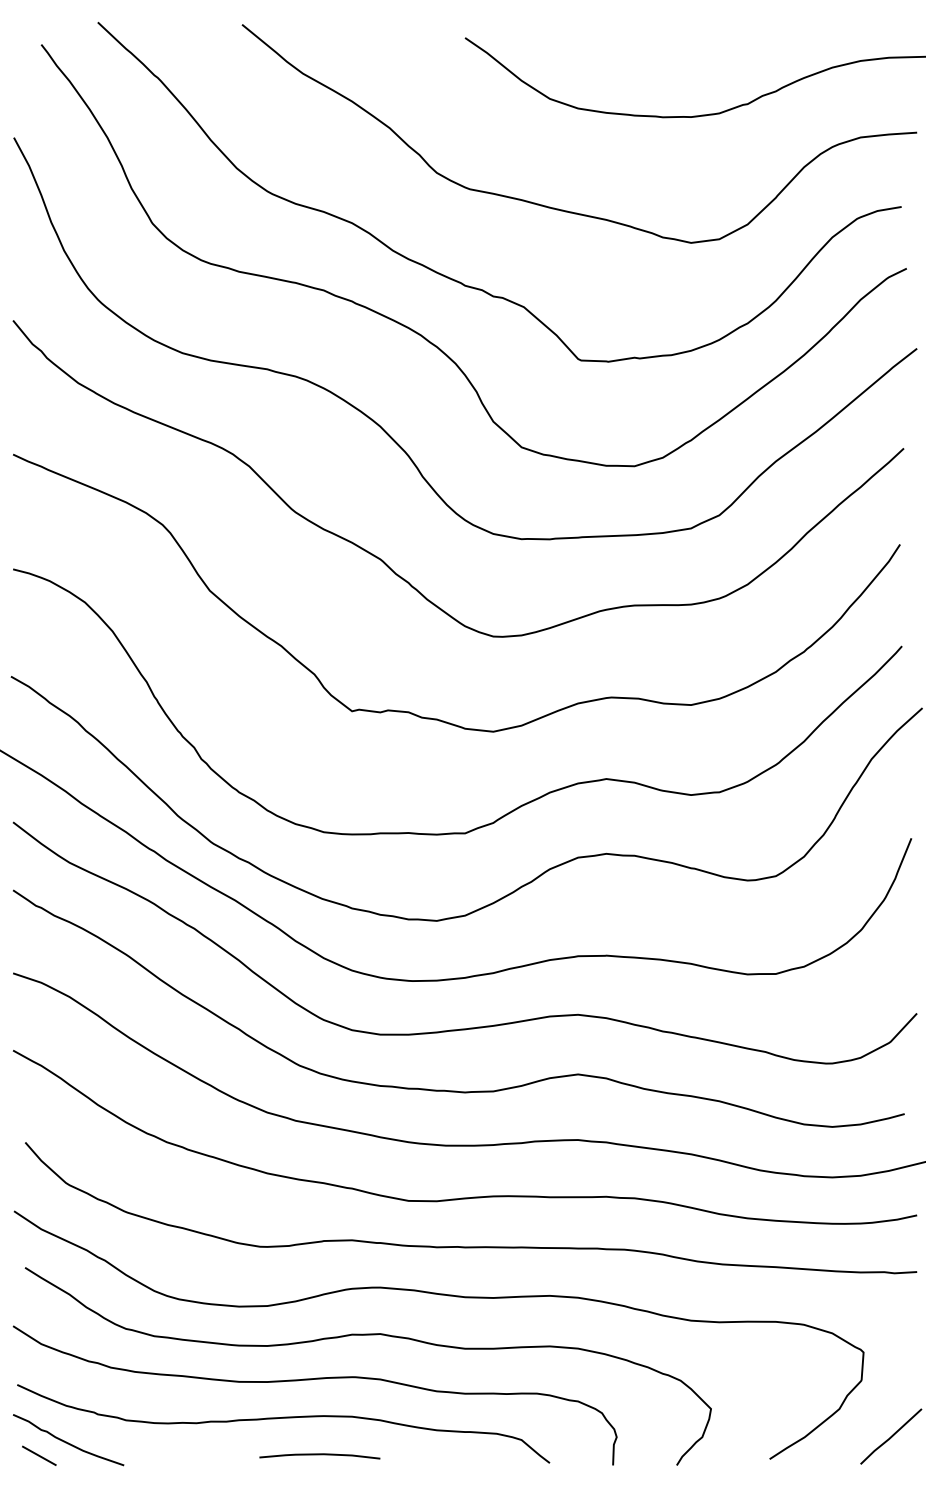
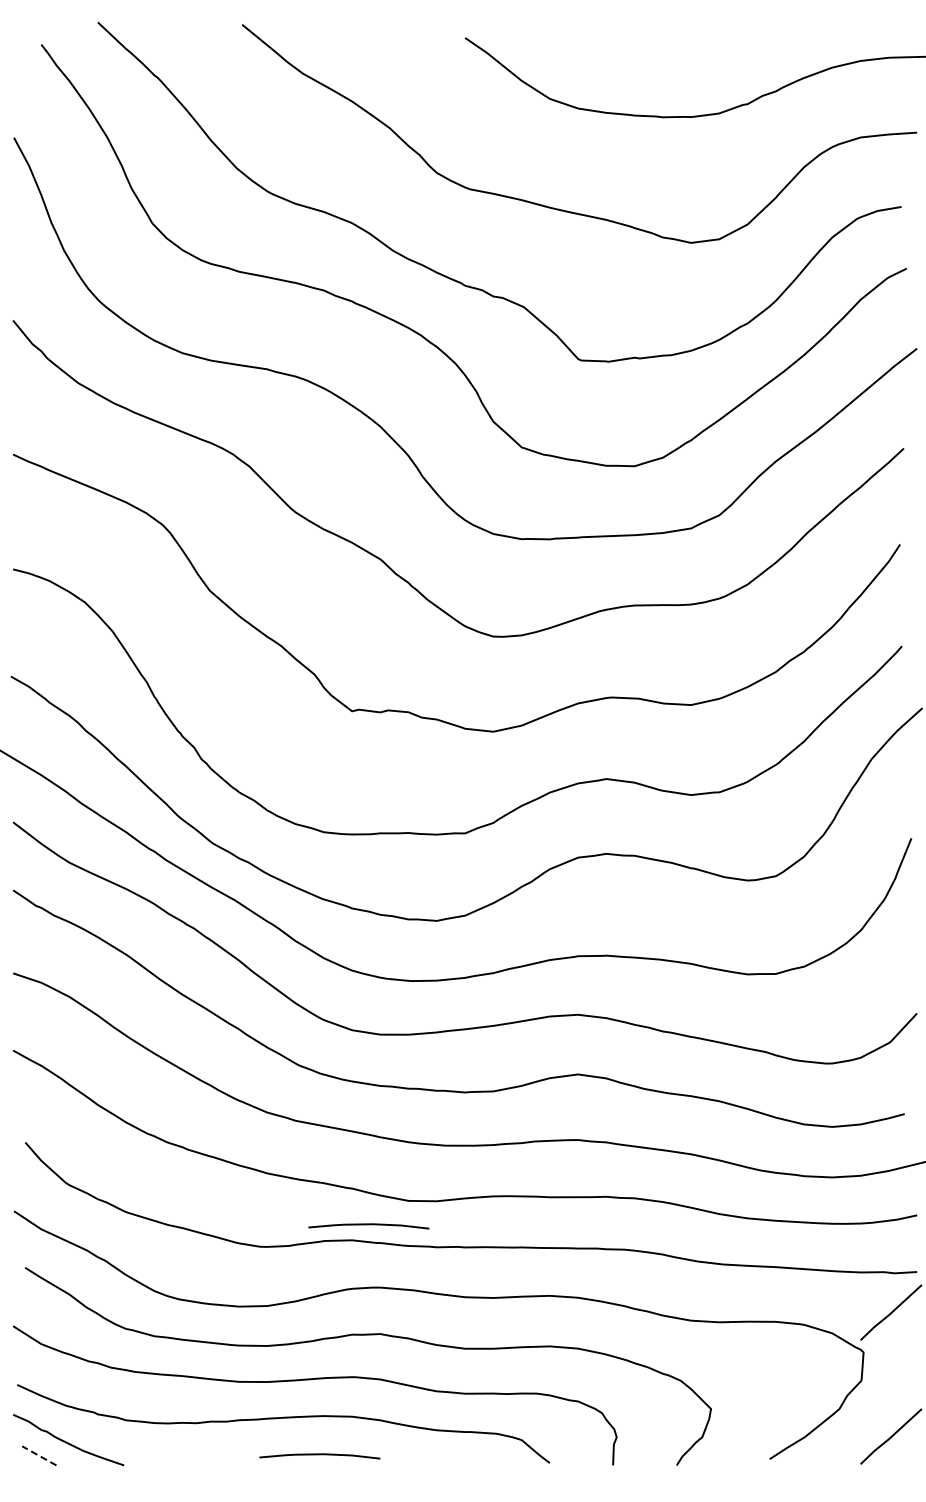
curve at (368, 1225): none -> present
line at (891, 1312): none -> present
line at (39, 1455): solid -> dashed
